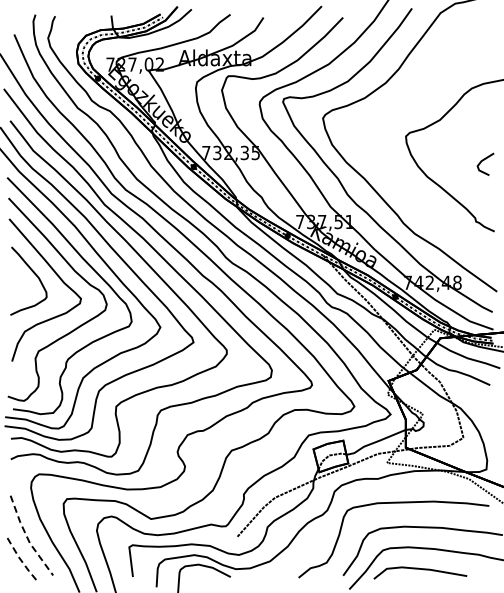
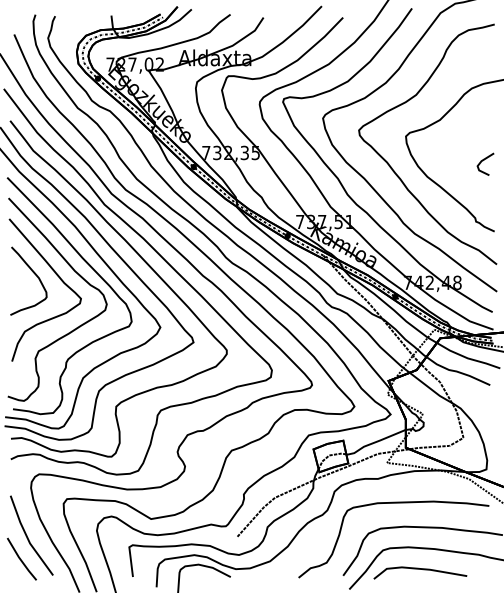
curve at (392, 167): none -> present
line at (27, 538): dashed -> solid
line at (21, 560): dashed -> solid
